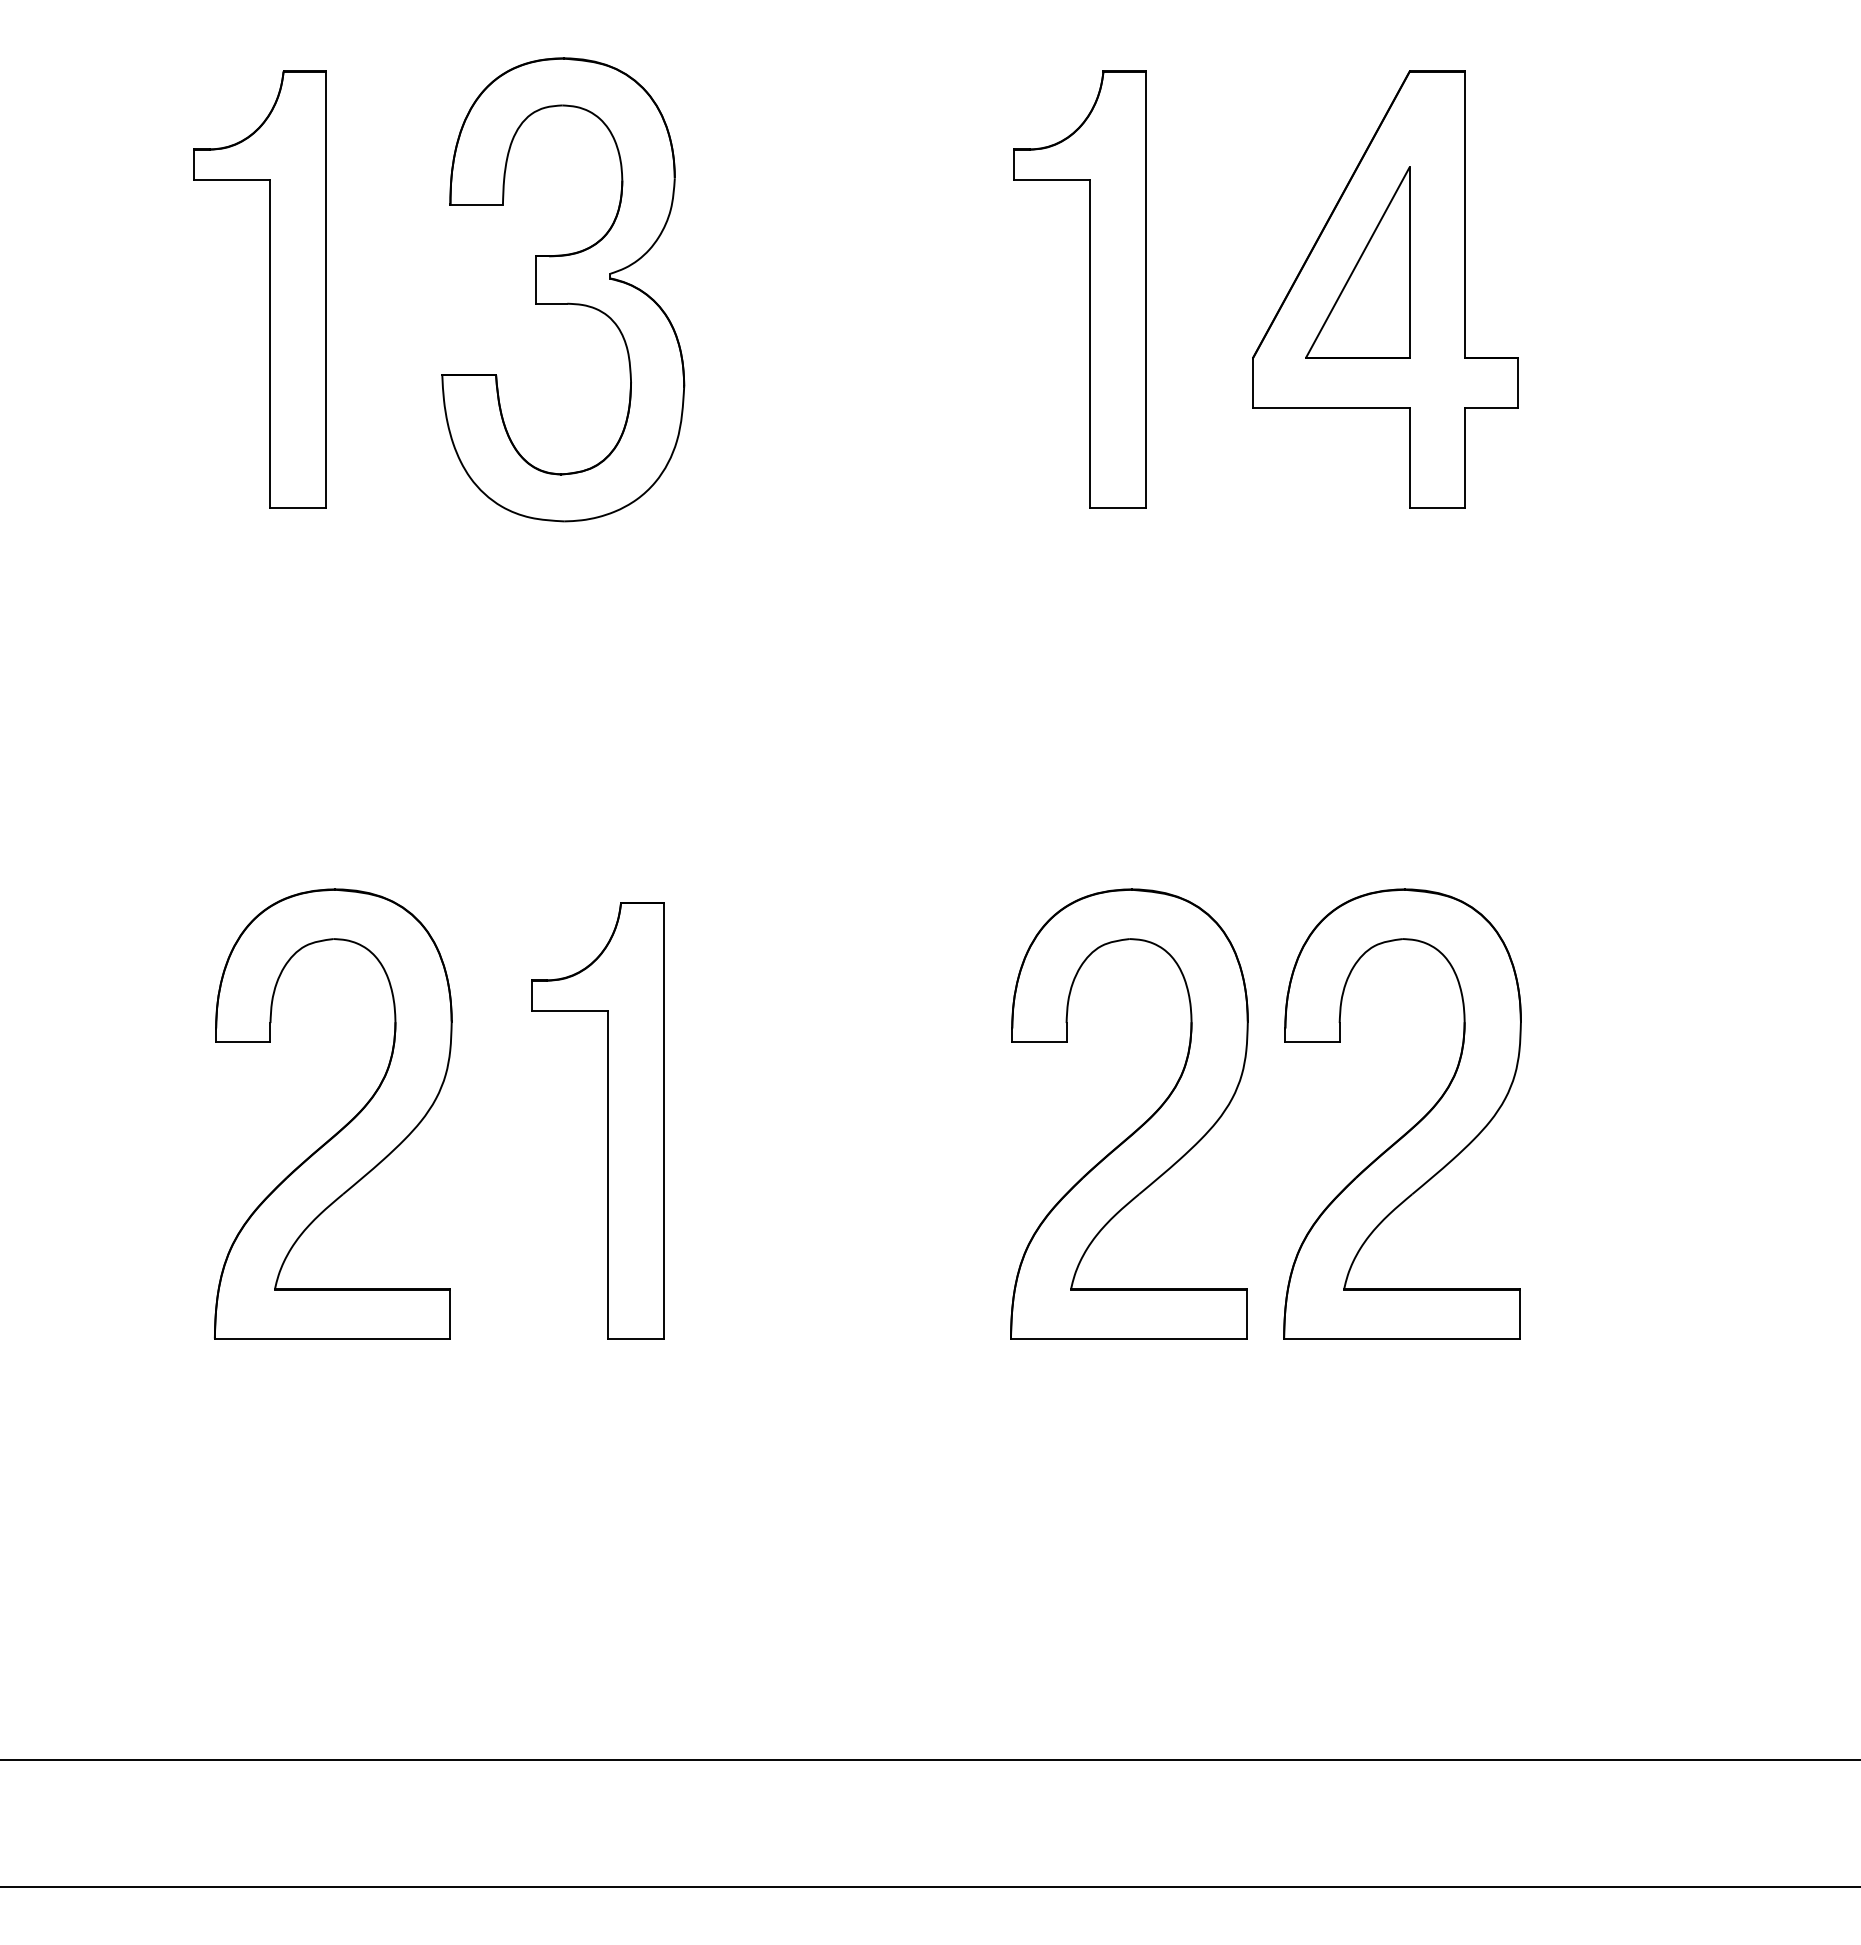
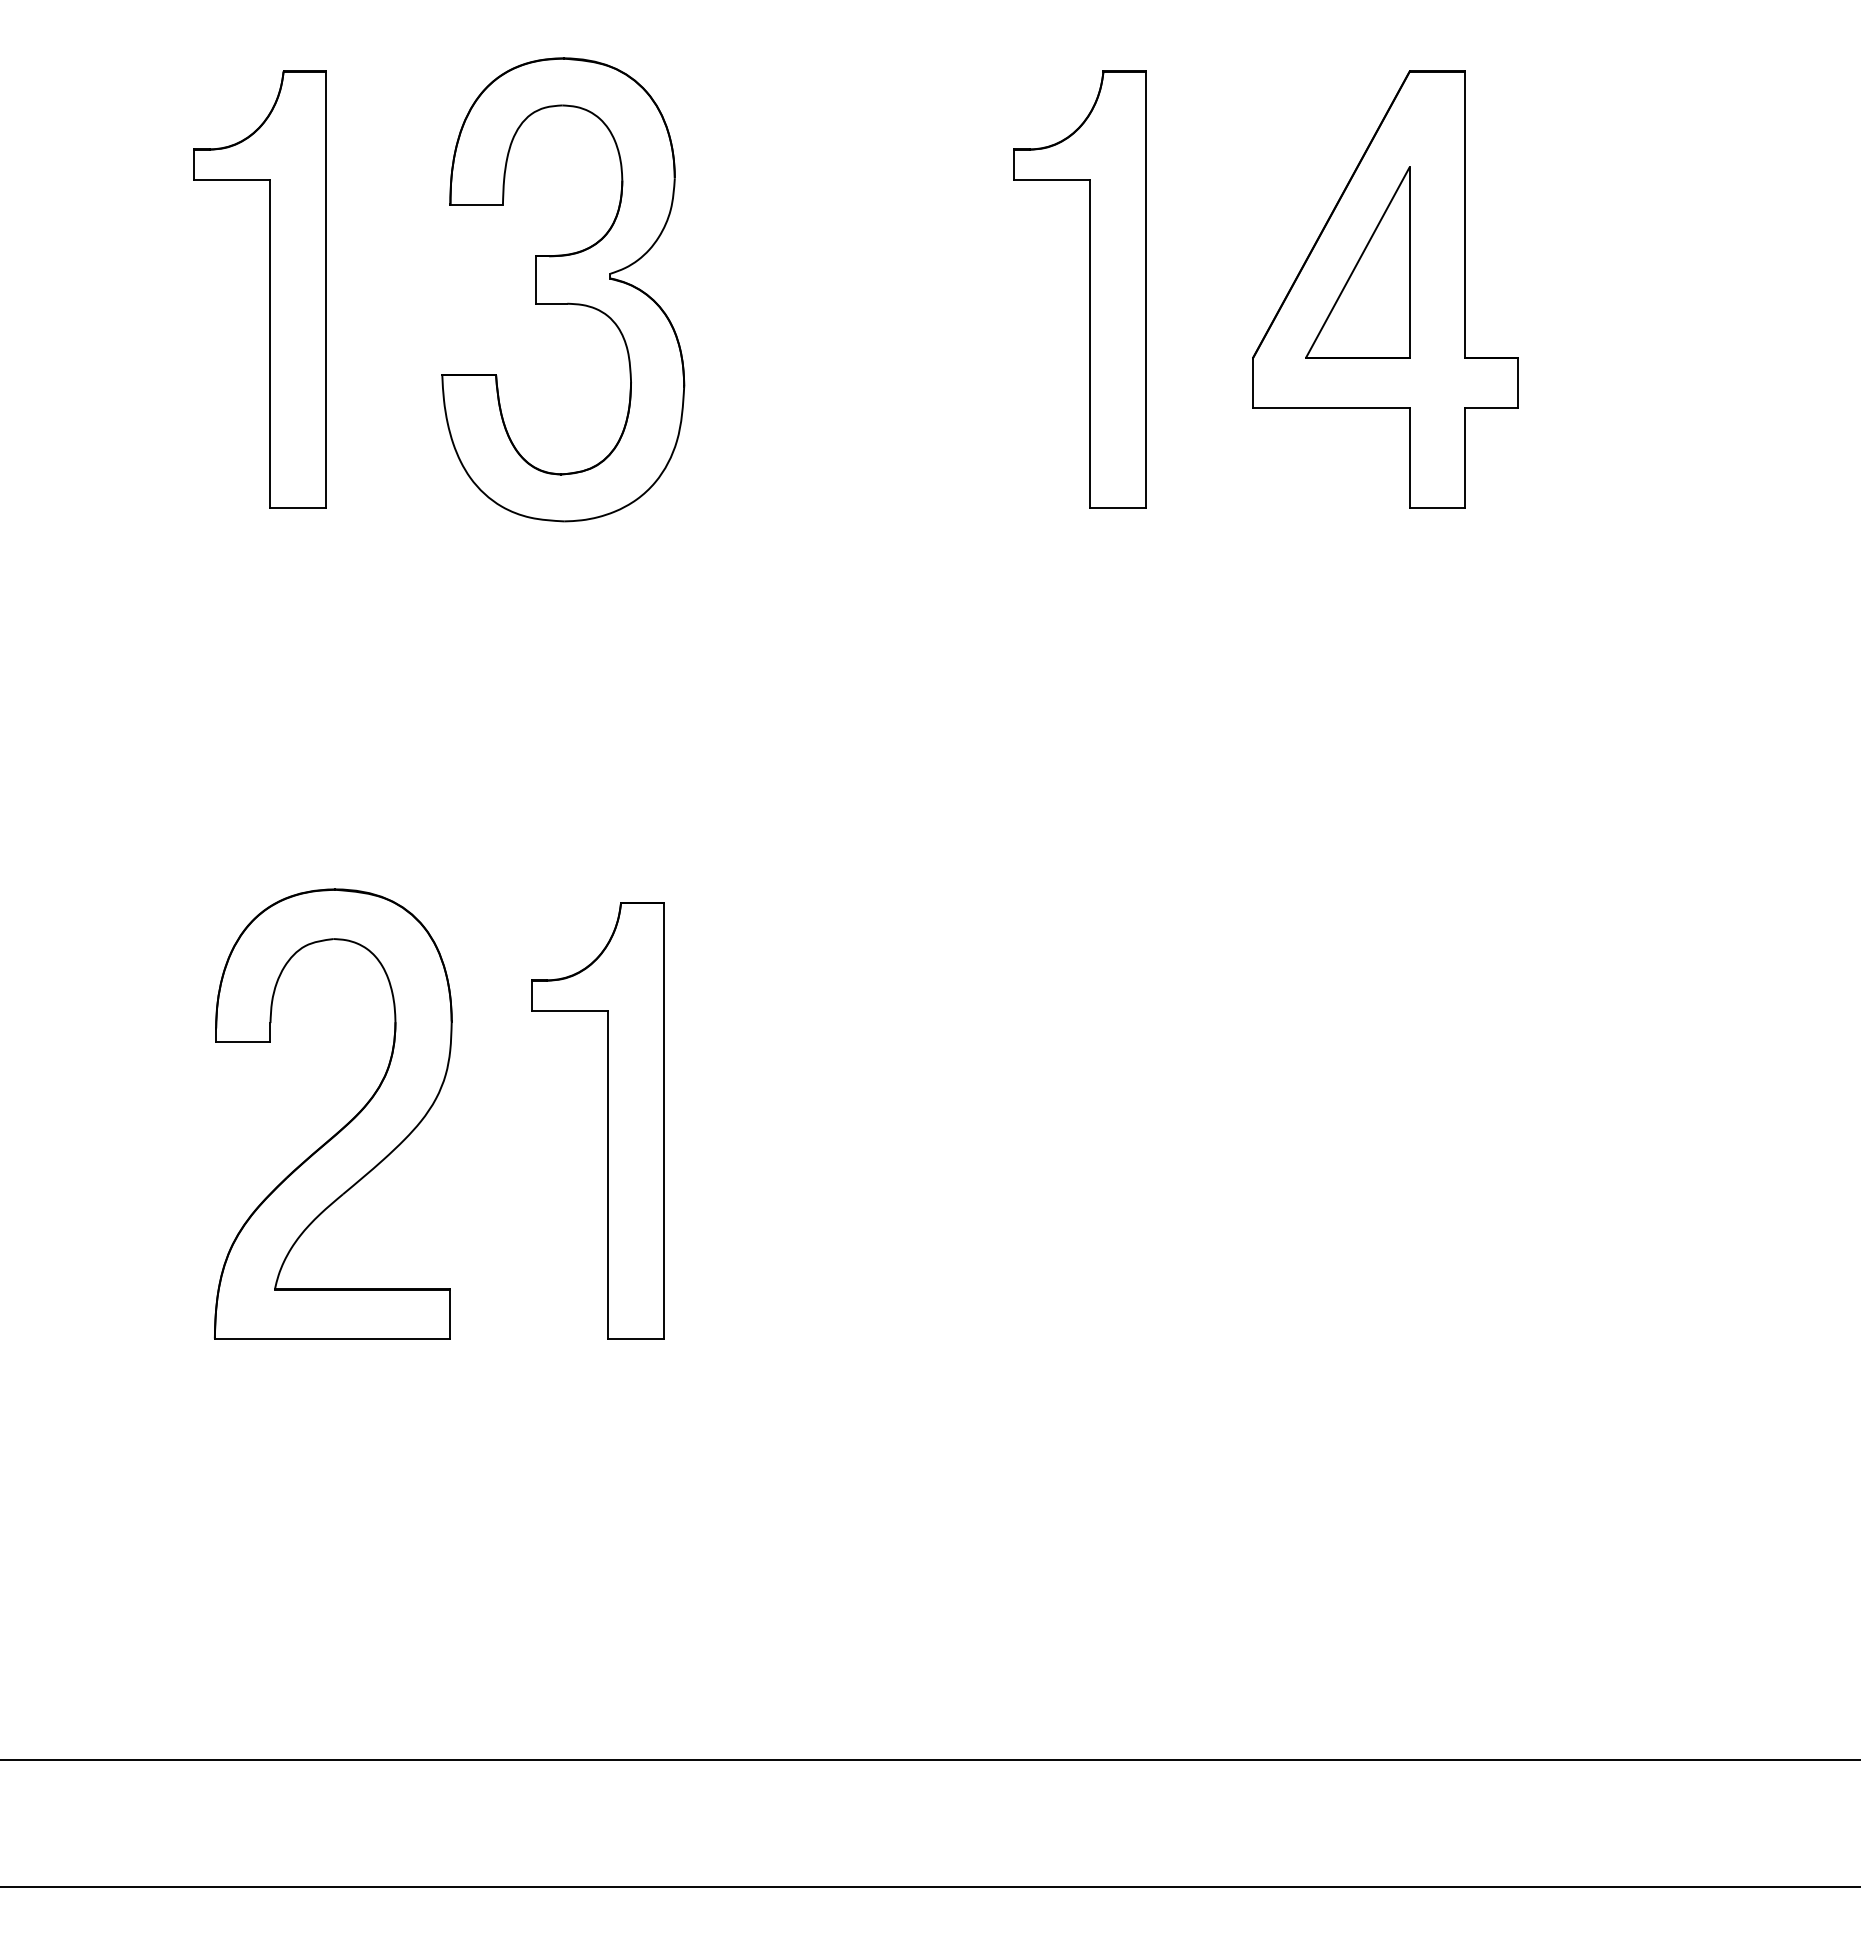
part at (1141, 1124): present -> none
part at (1414, 1124): present -> none
